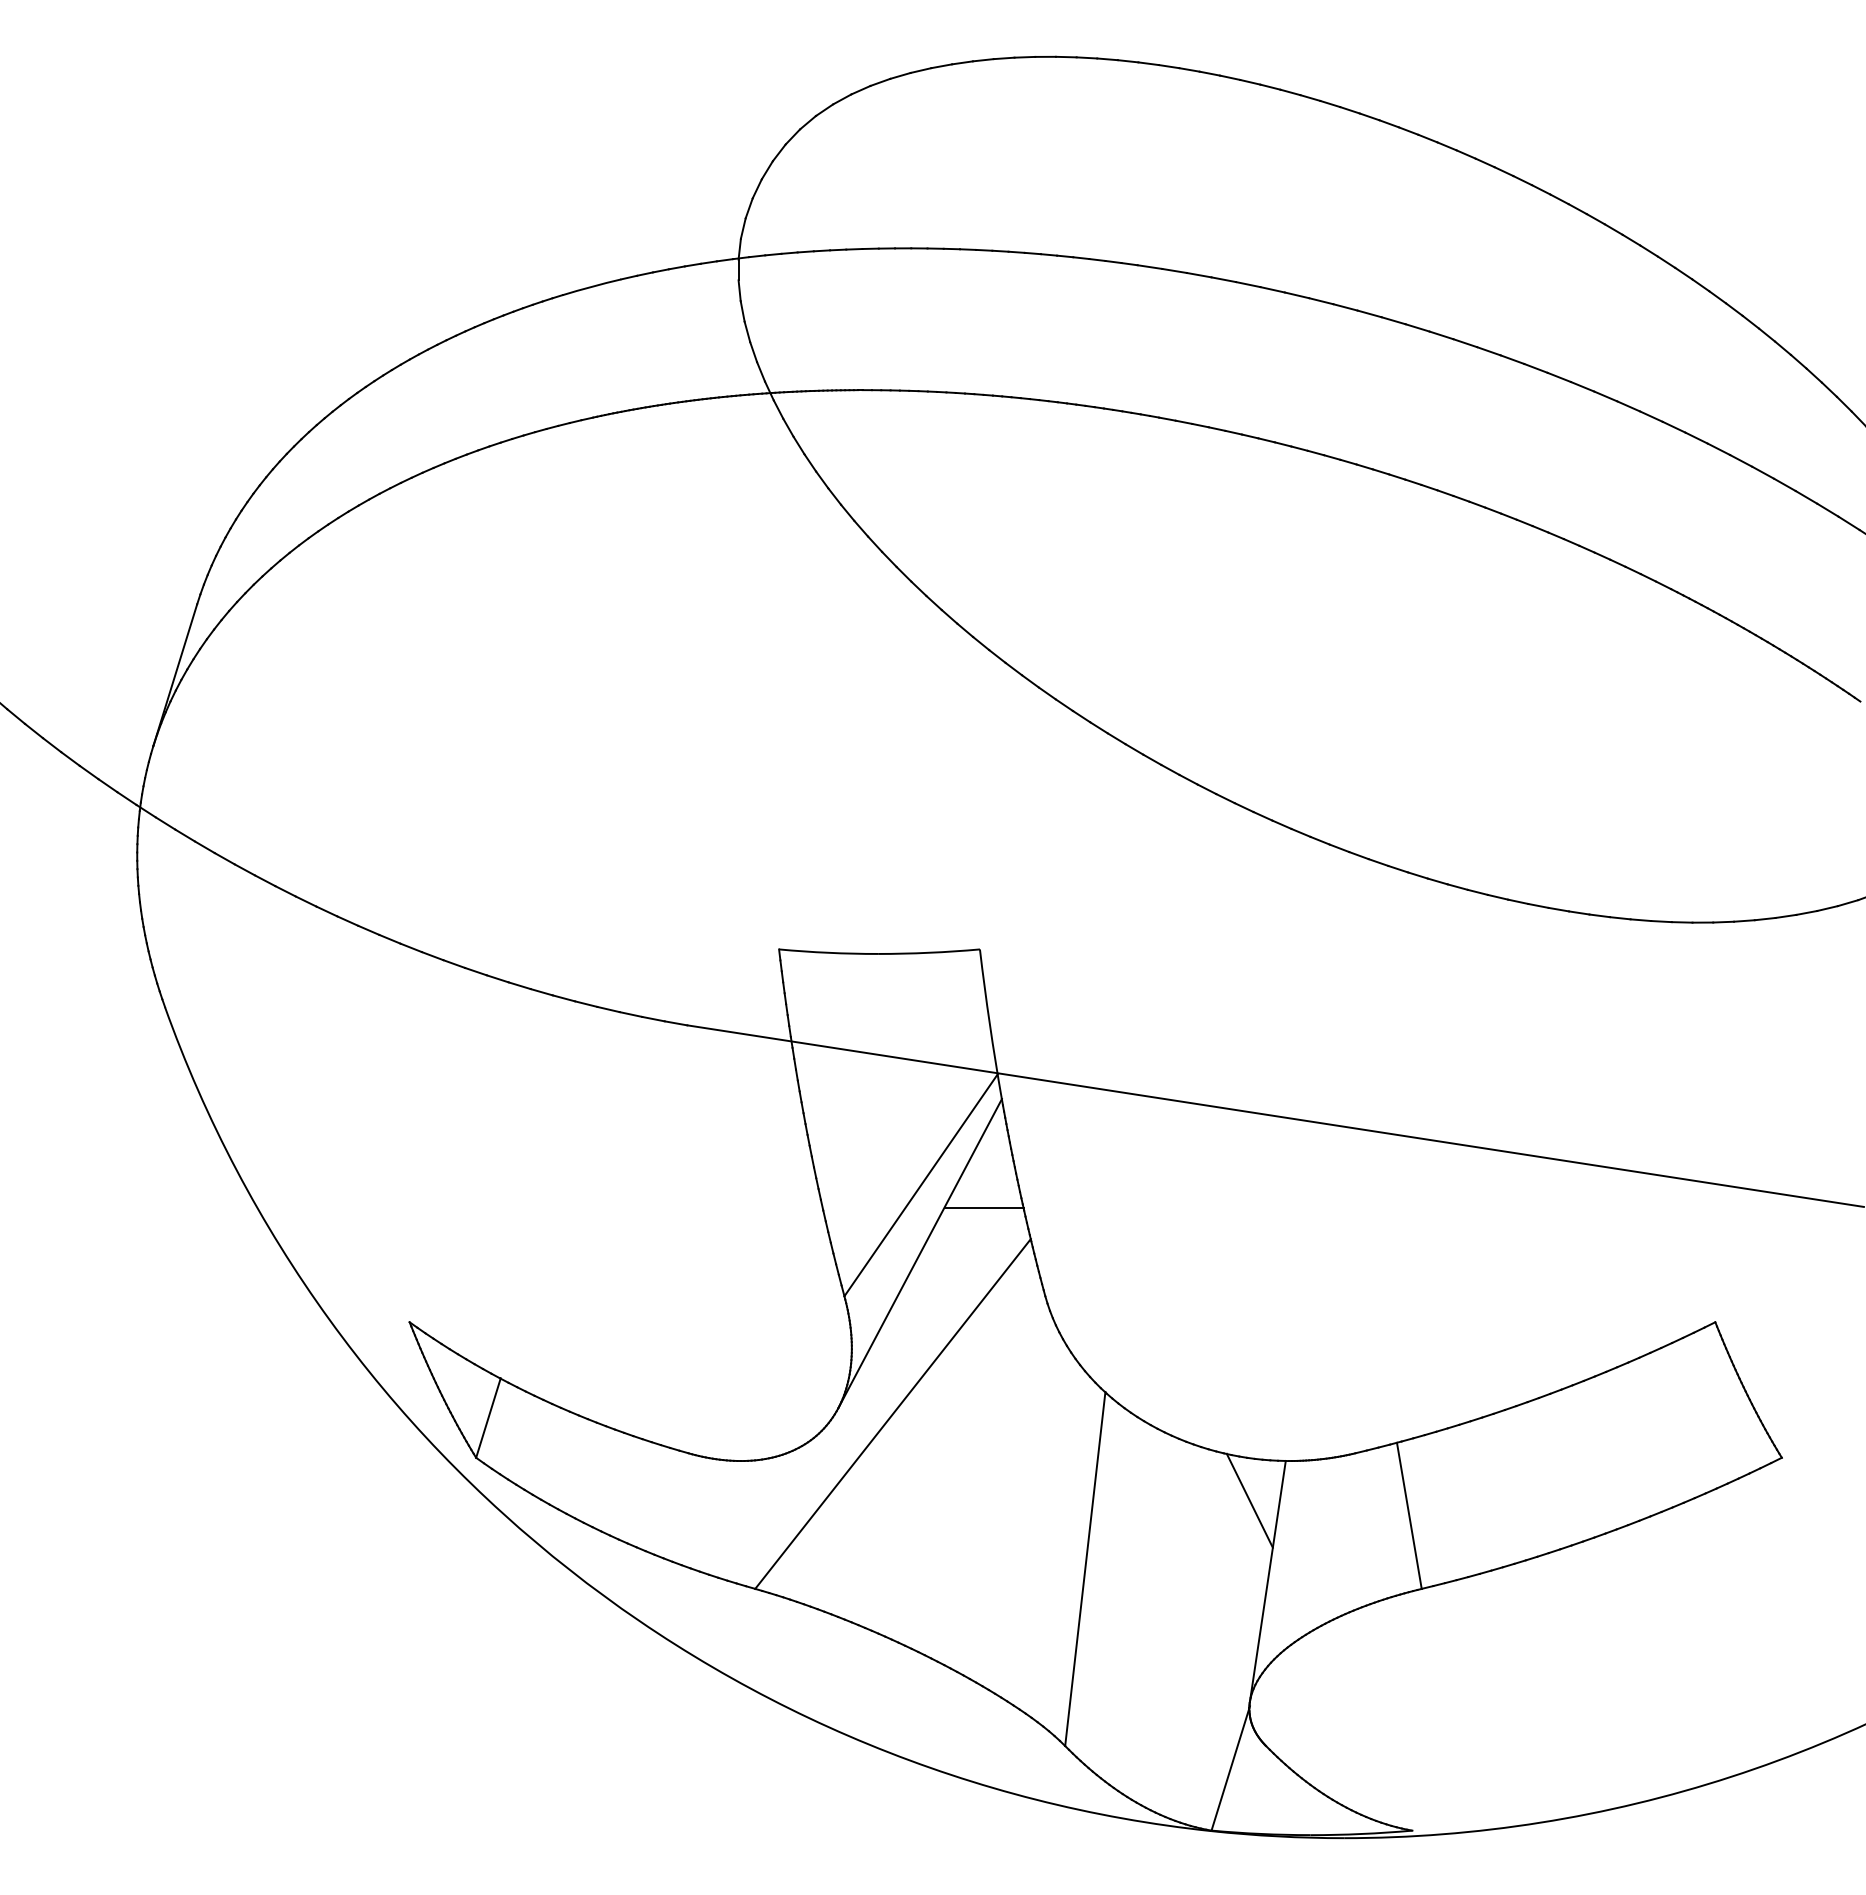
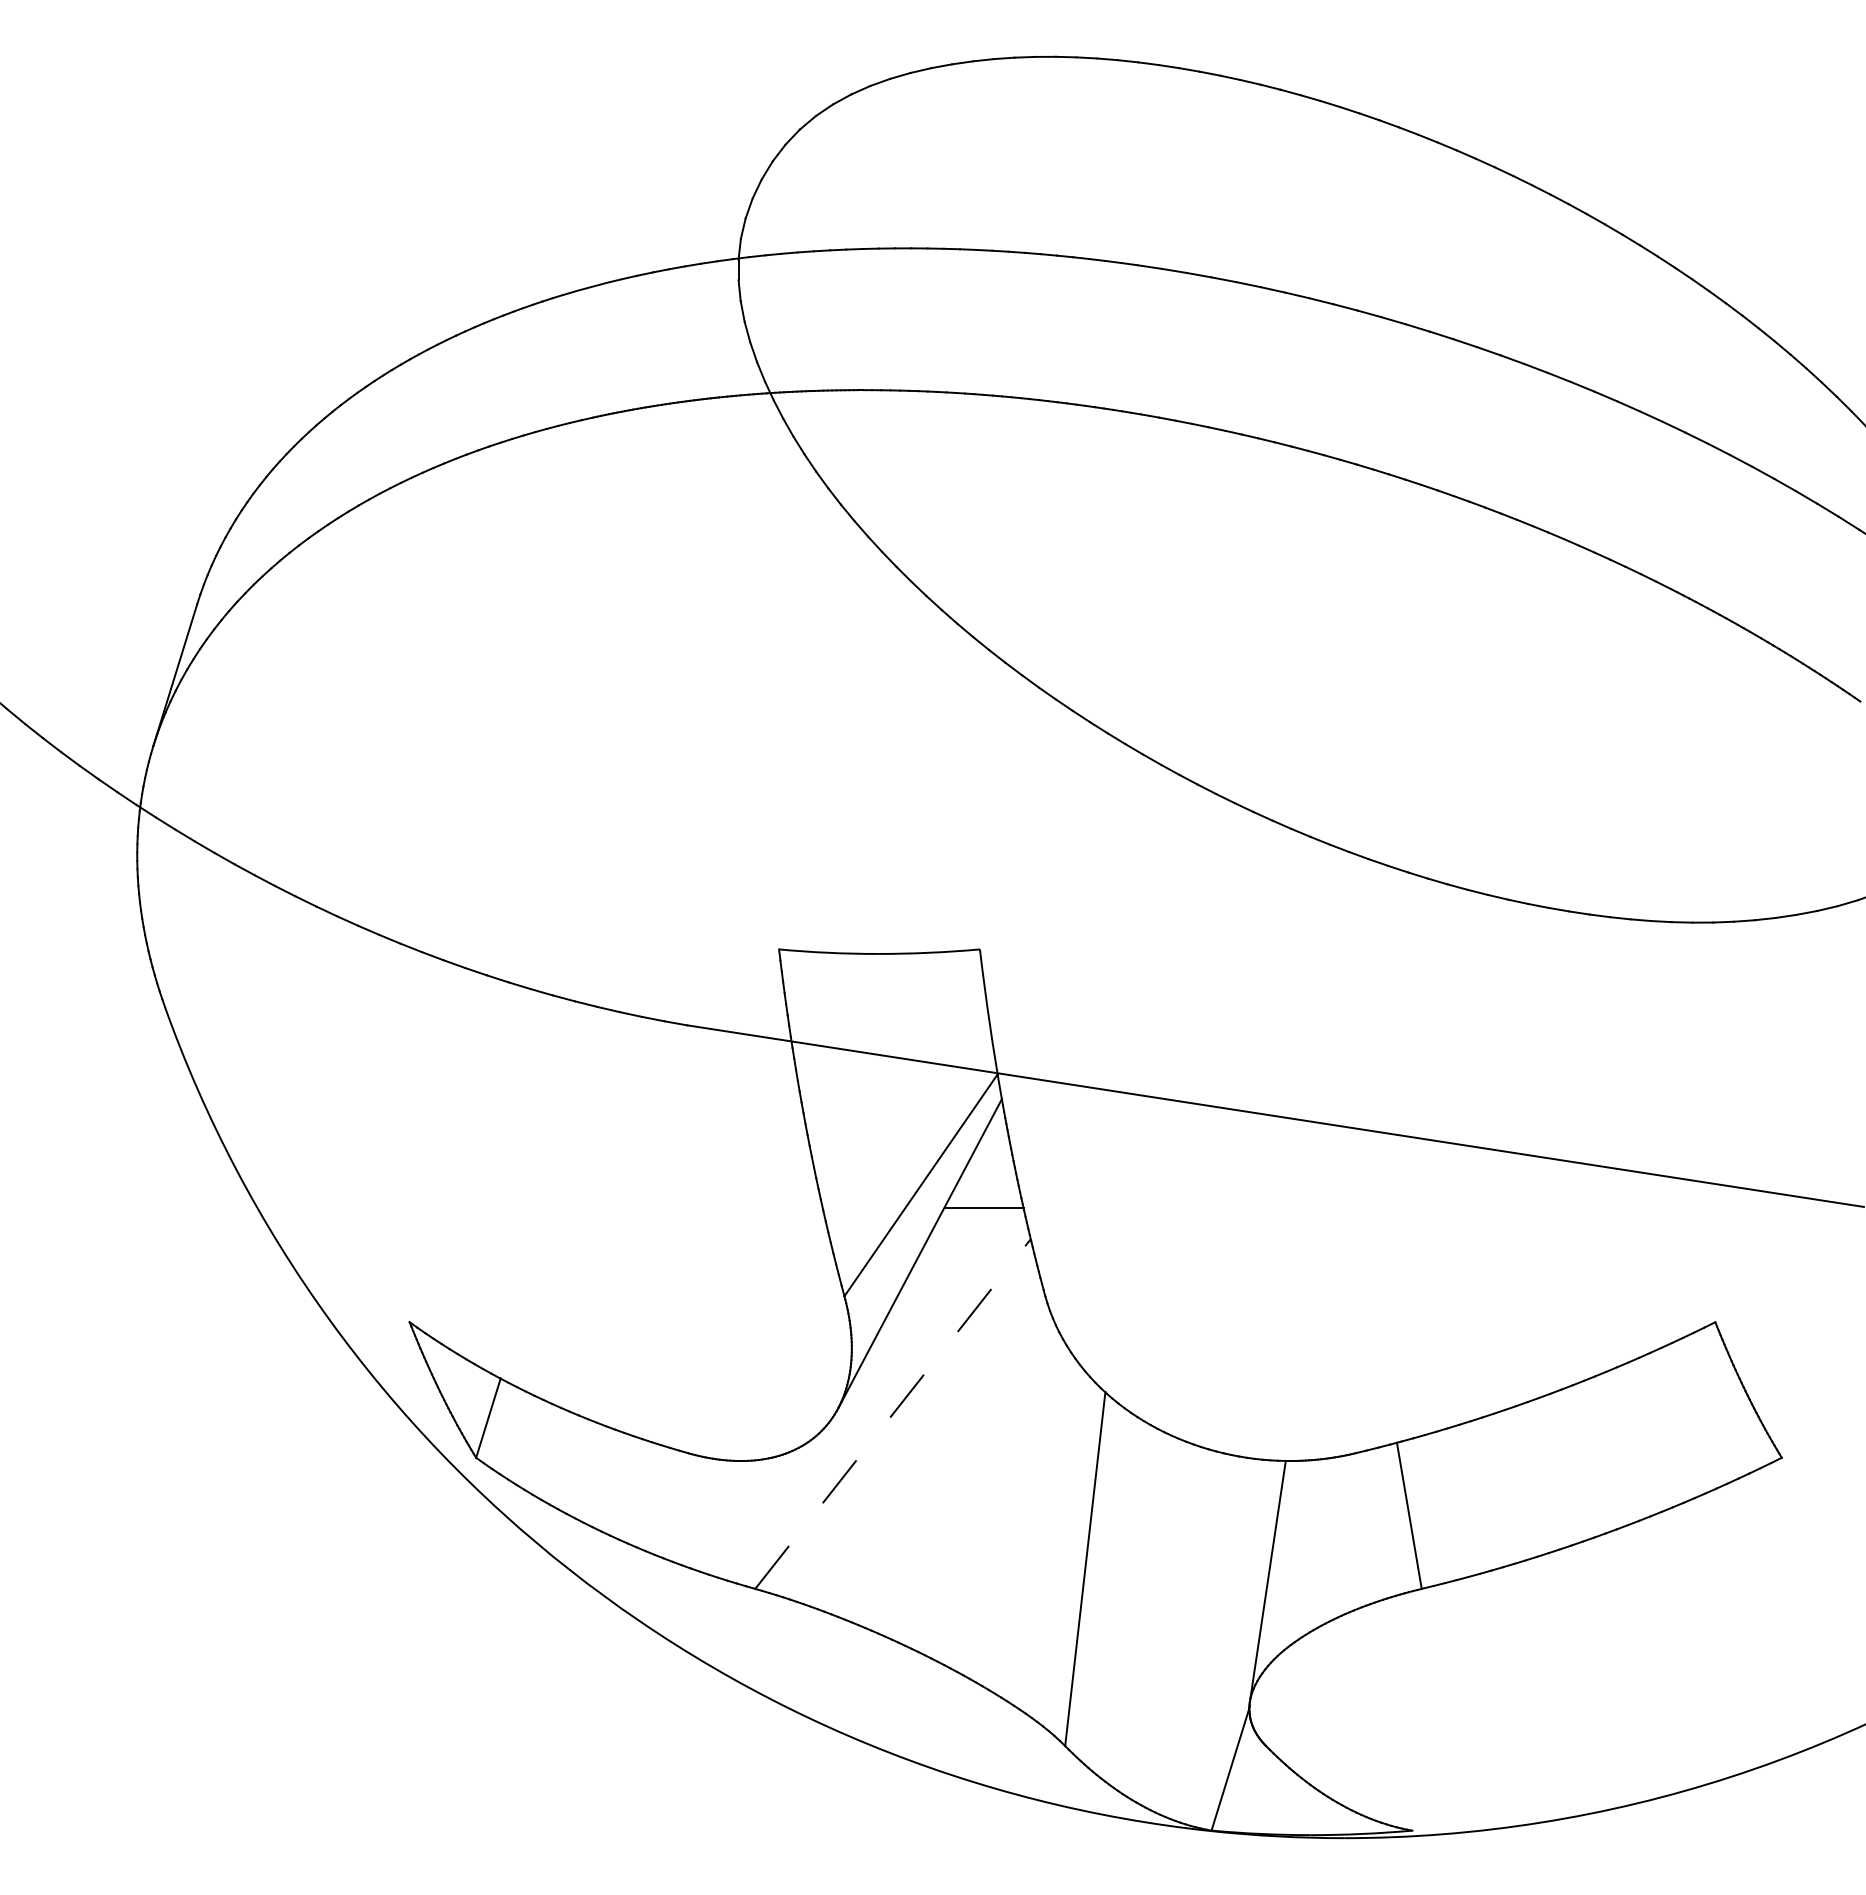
line at (893, 1413): solid -> dashed
line at (1249, 1500): present -> none
